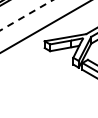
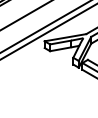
line at (26, 15): dashed -> solid
line at (48, 31): none -> present
